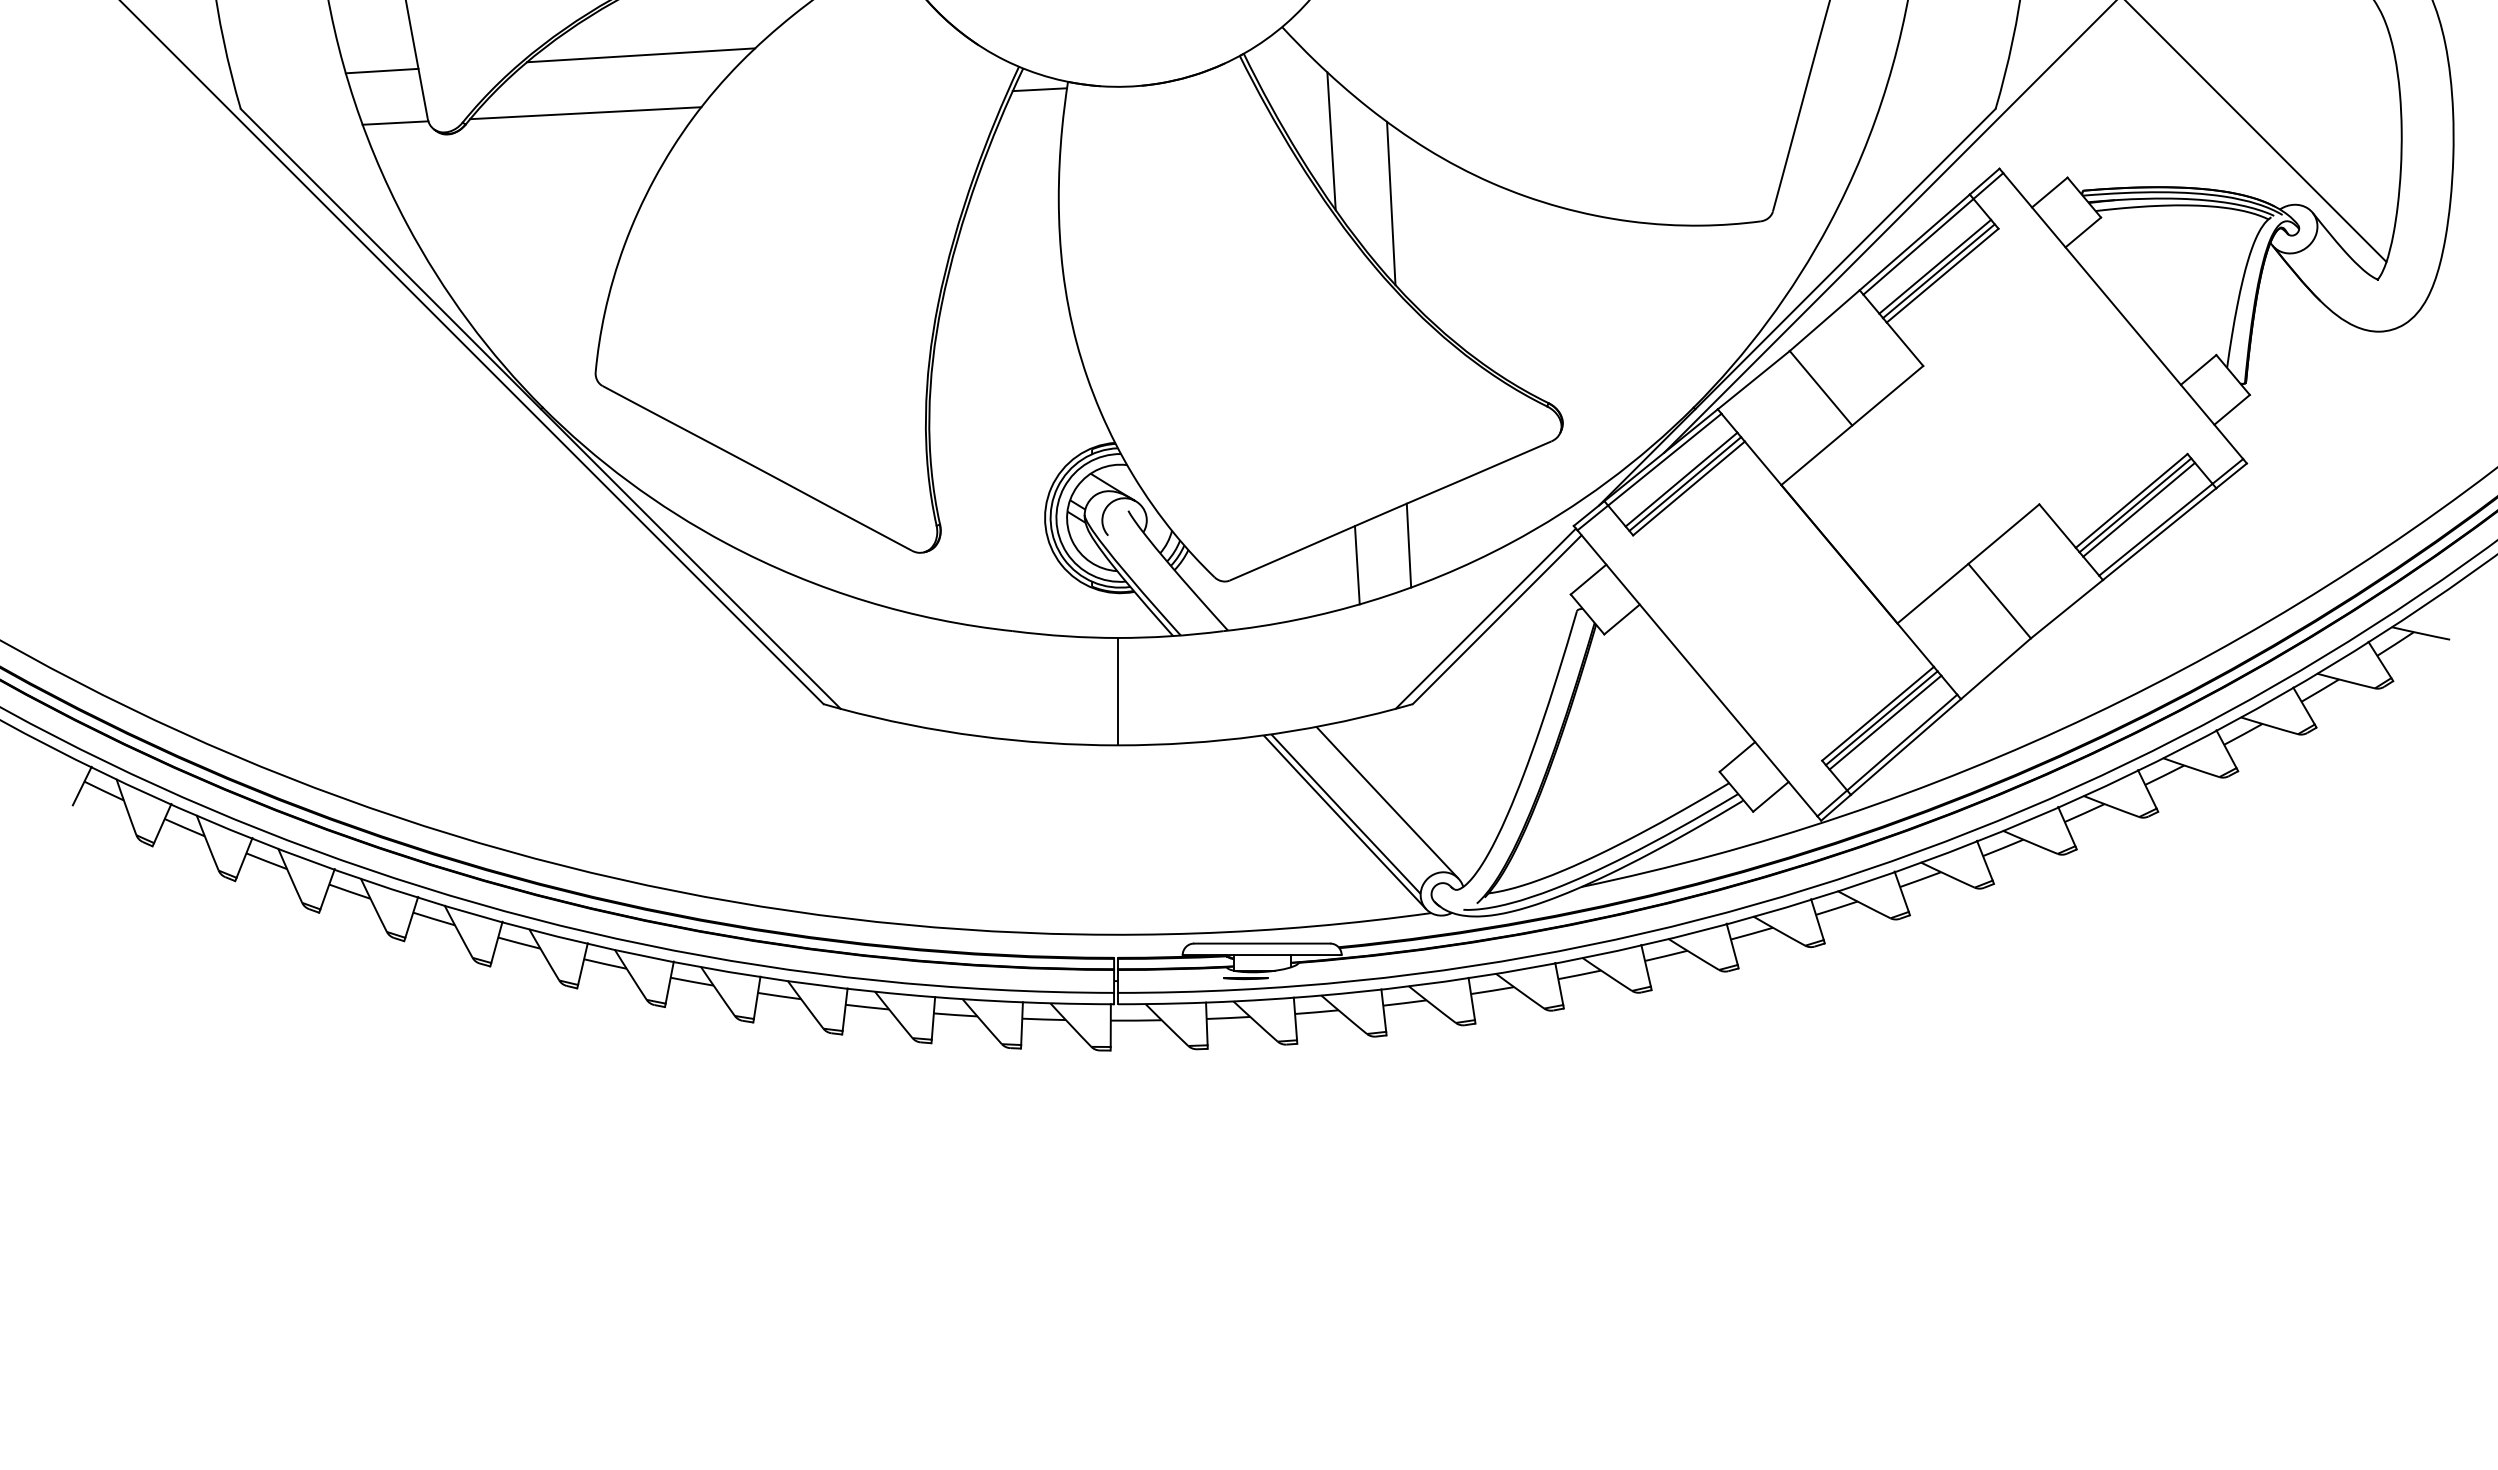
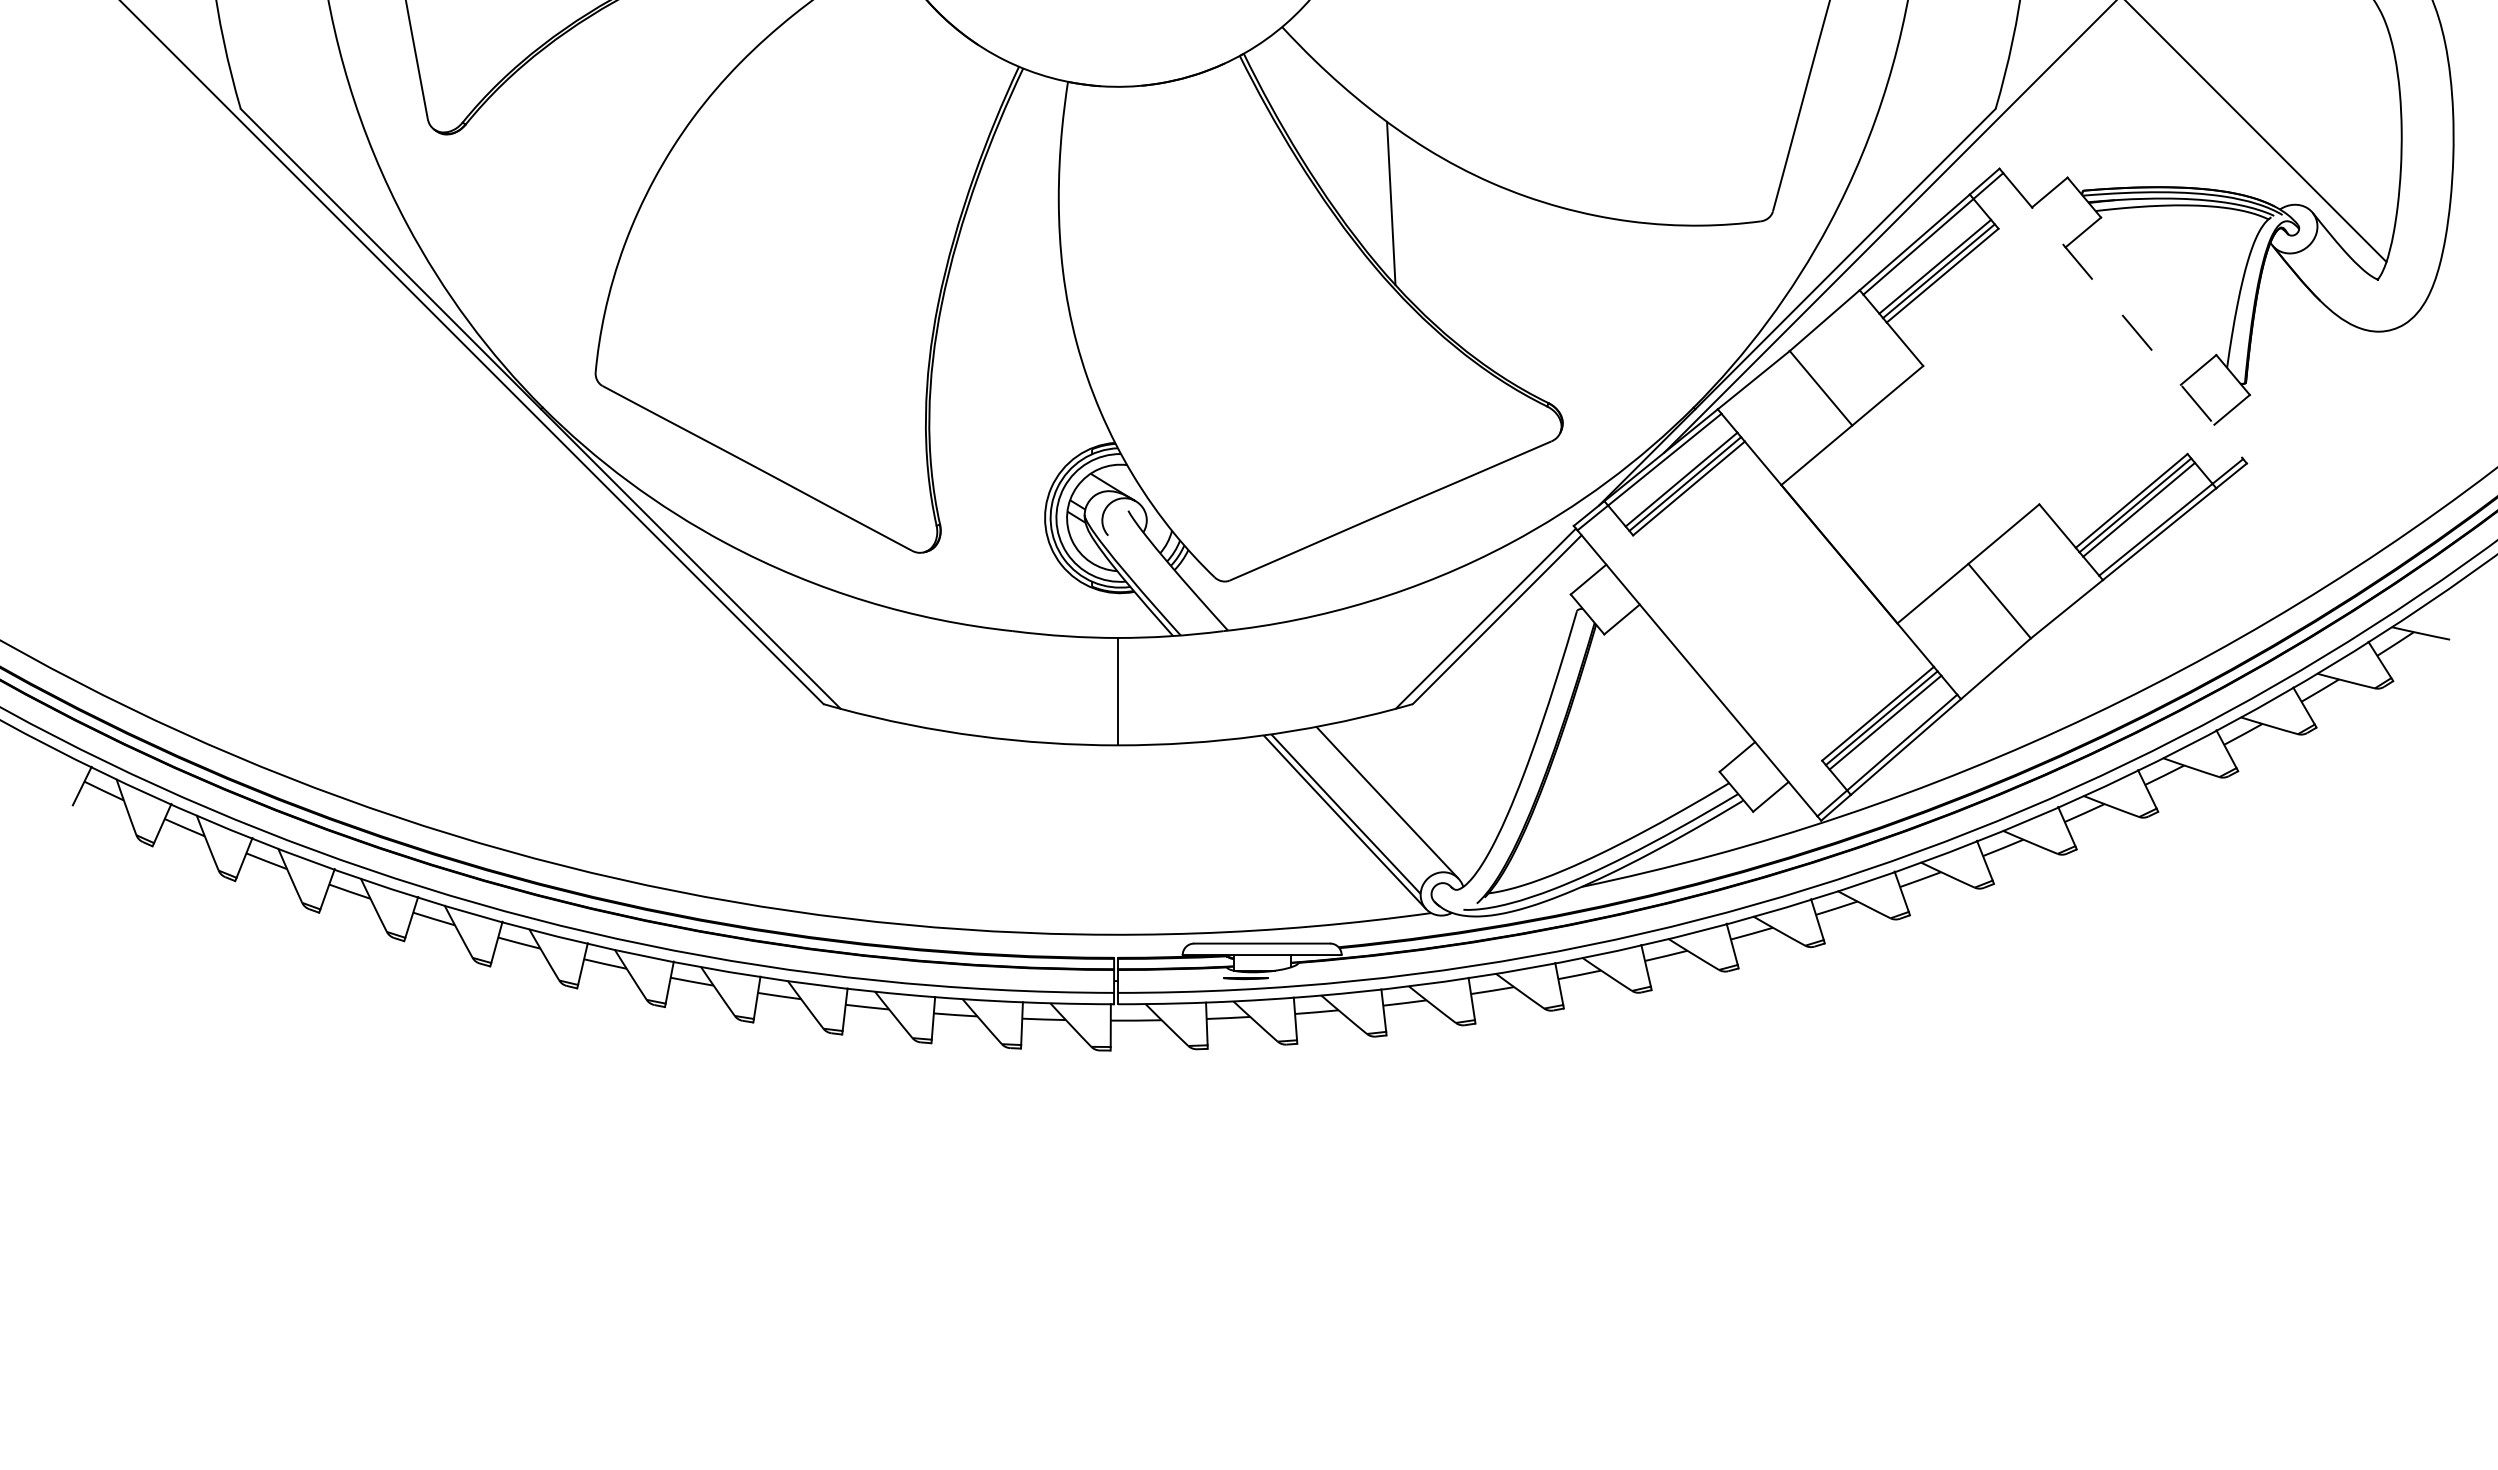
line at (640, 55): present -> none
line at (381, 70): present -> none
line at (1039, 89): present -> none
line at (585, 113): present -> none
line at (395, 122): present -> none
line at (1331, 141): present -> none
line at (2123, 316): solid -> dashed
line at (1408, 545): present -> none
line at (1356, 565): present -> none
